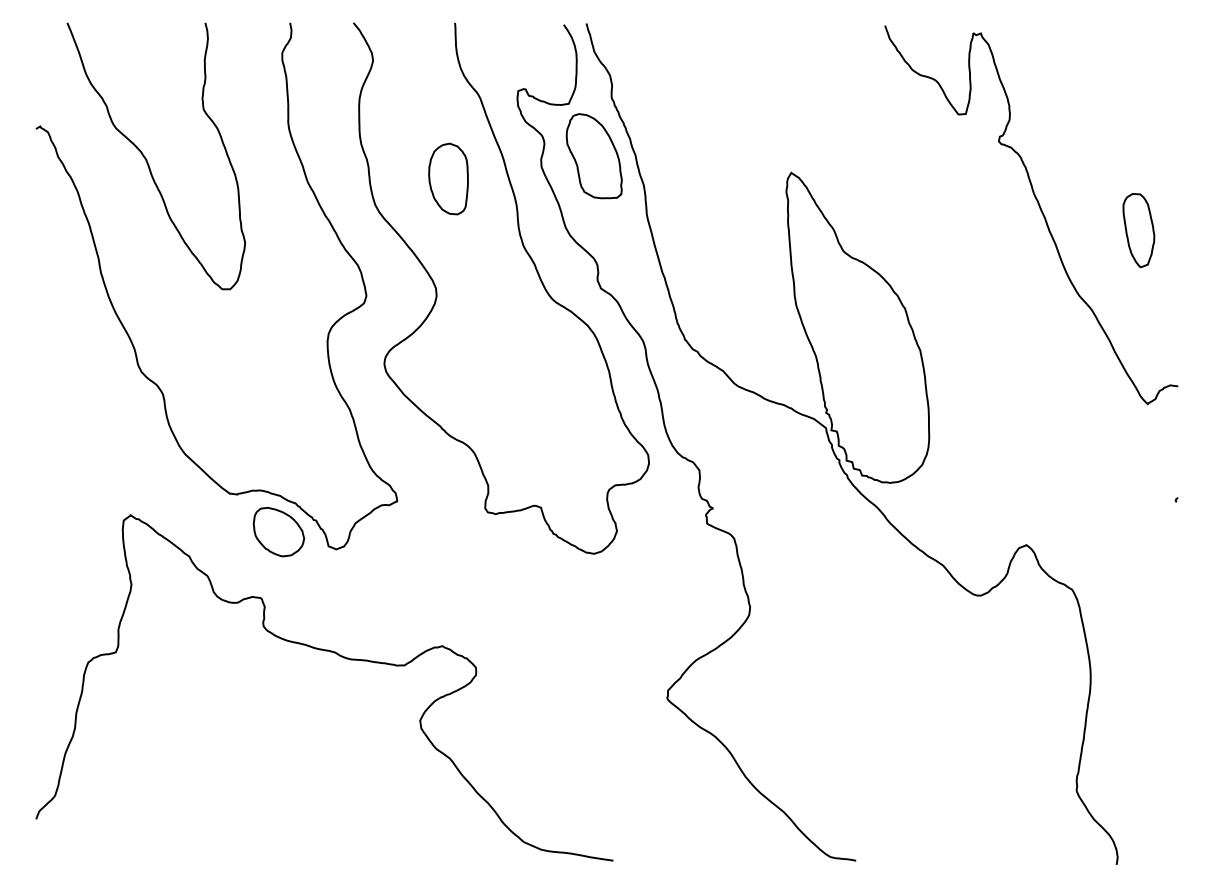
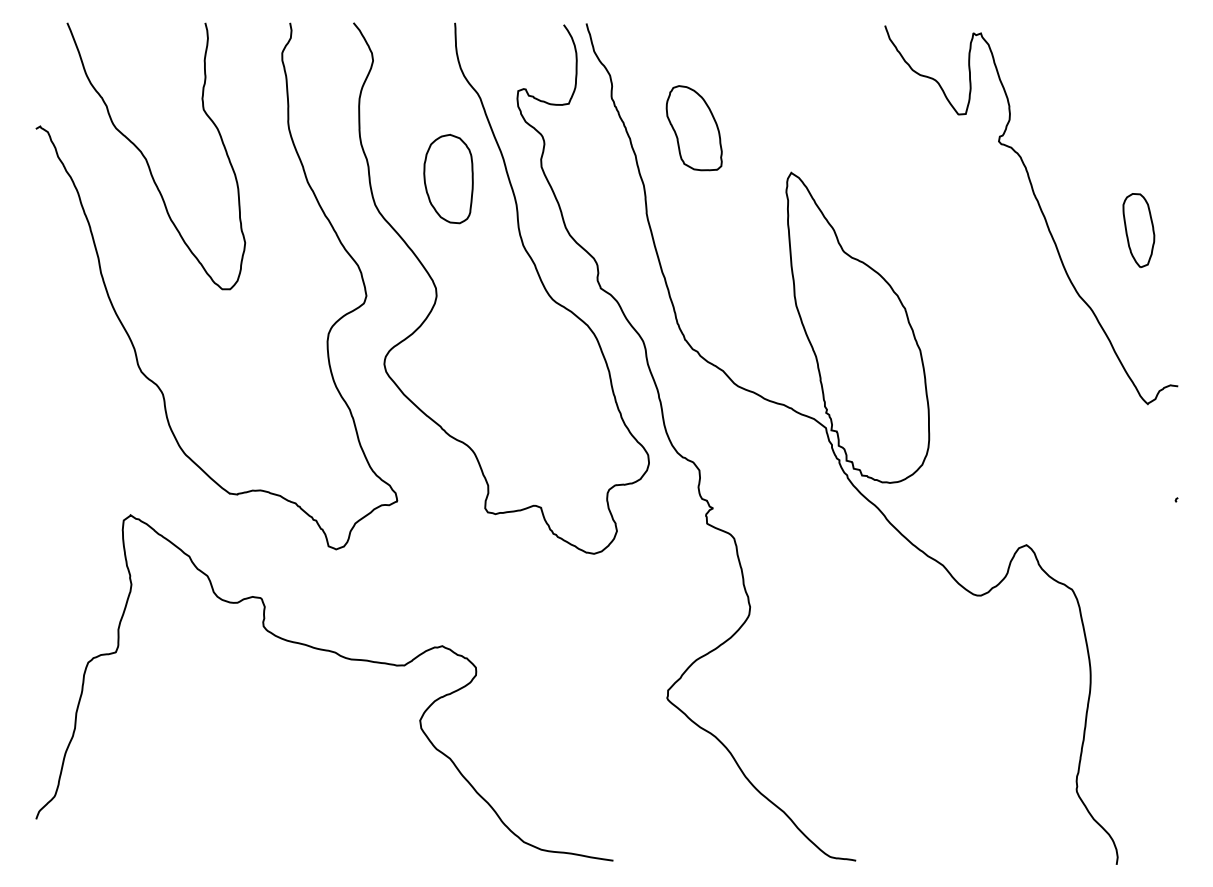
part at (593, 156) position: (593, 156) -> (693, 128)
part at (448, 178) size: 41x74 px -> 51x92 px
part at (278, 531): present -> none
